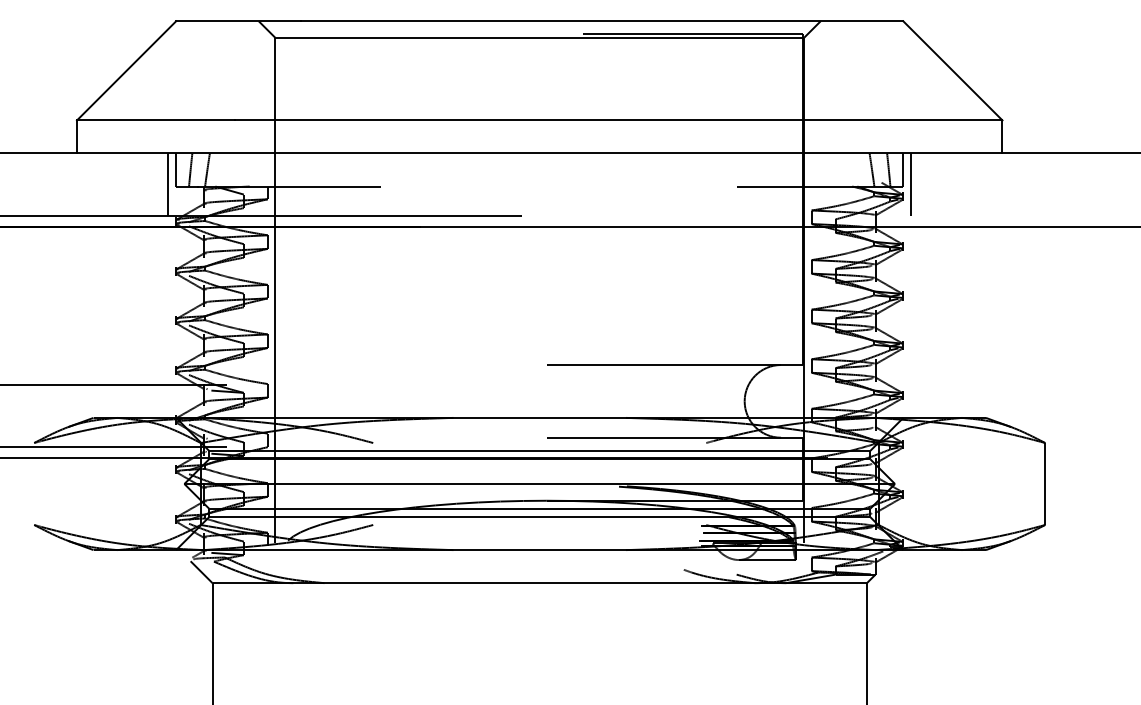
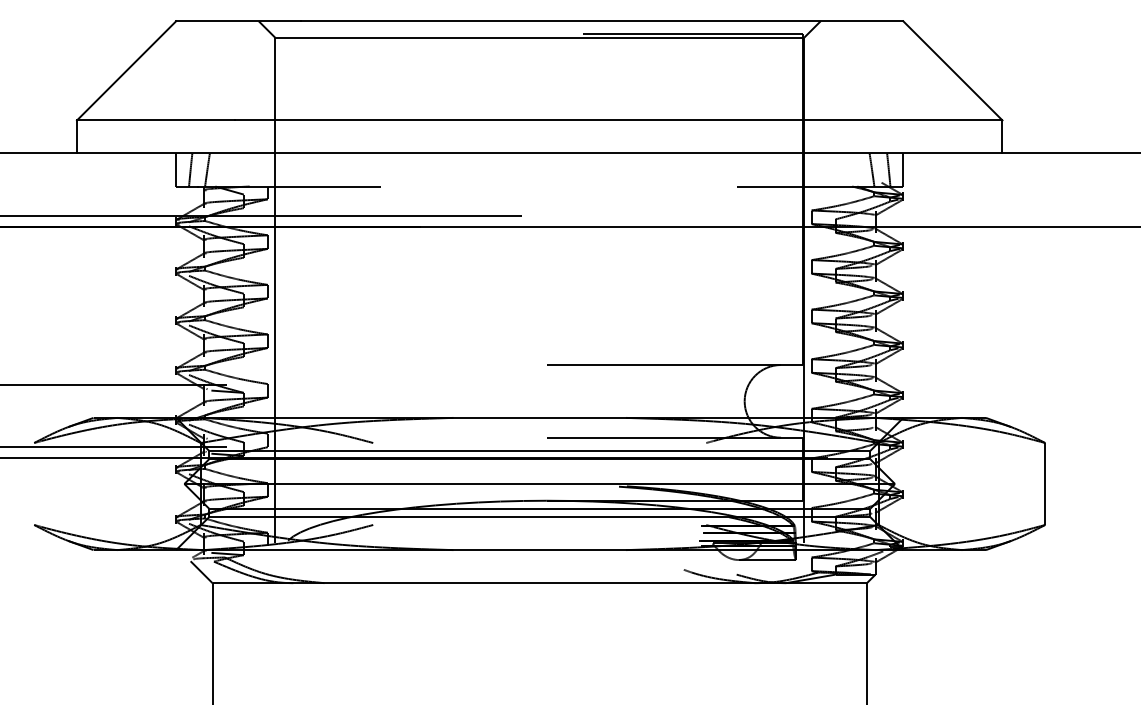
line at (168, 184): present -> none
line at (911, 184): present -> none
